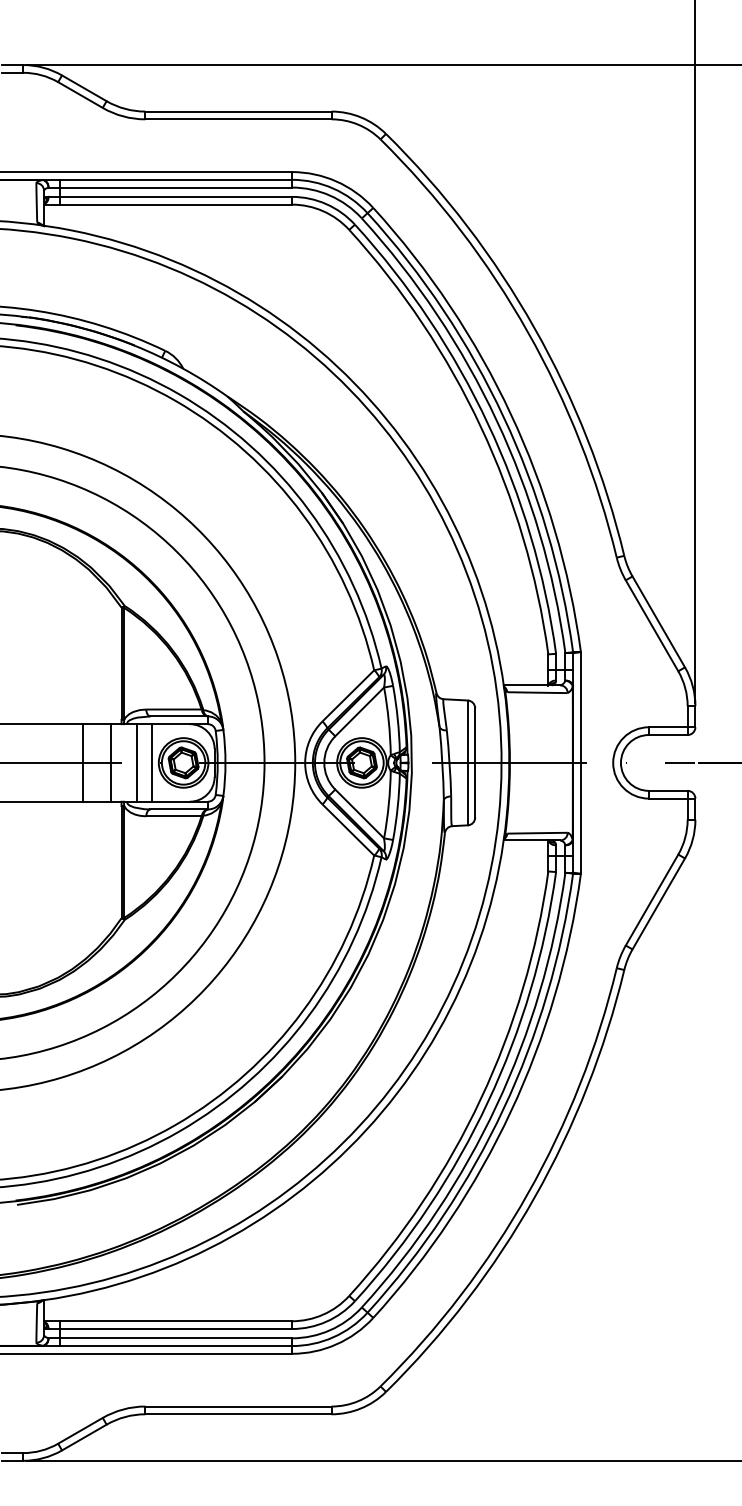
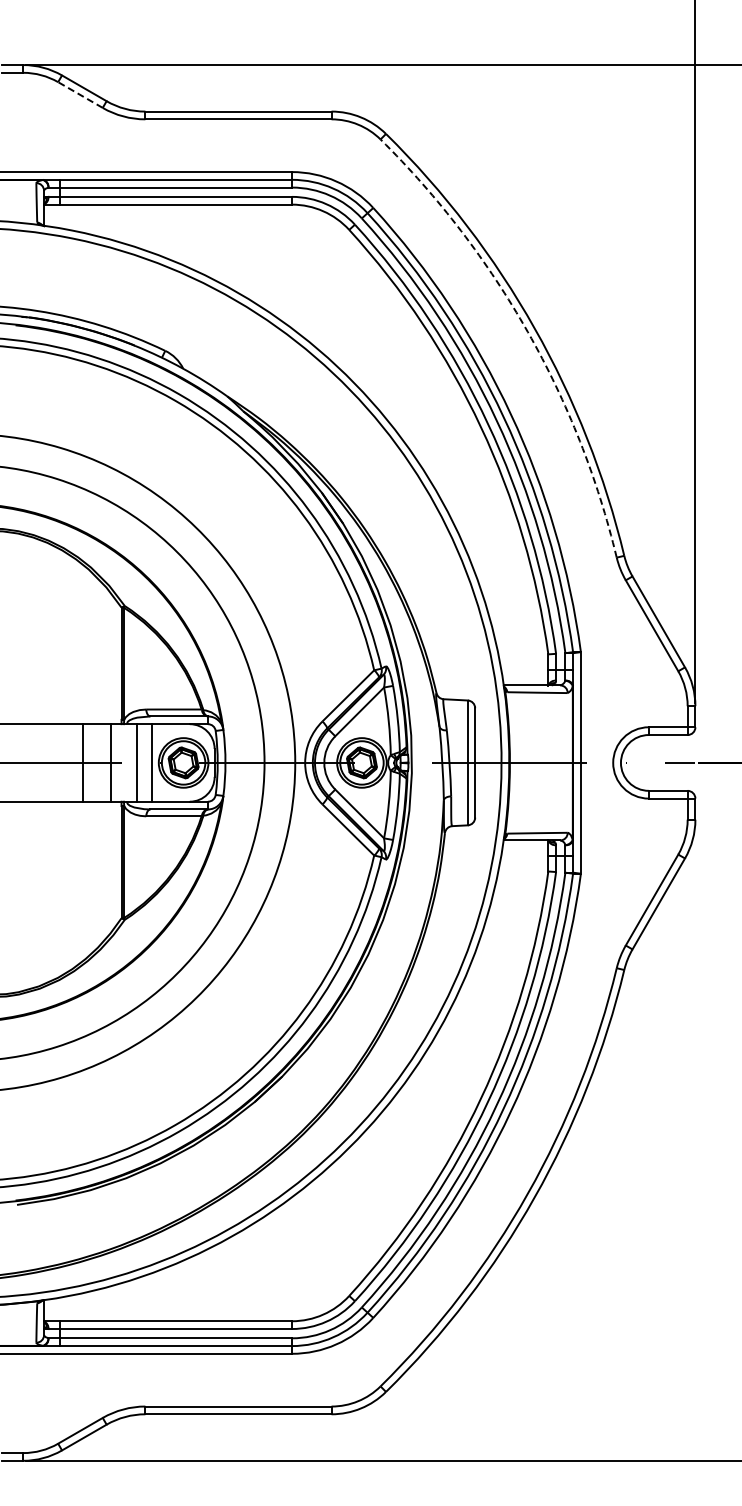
line at (80, 95): solid -> dashed
arc at (527, 332): solid -> dashed
